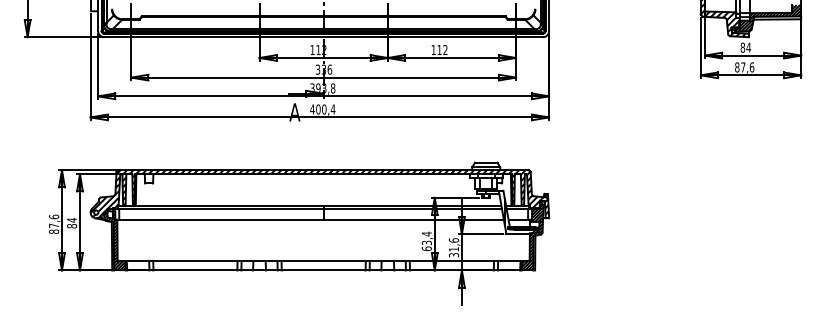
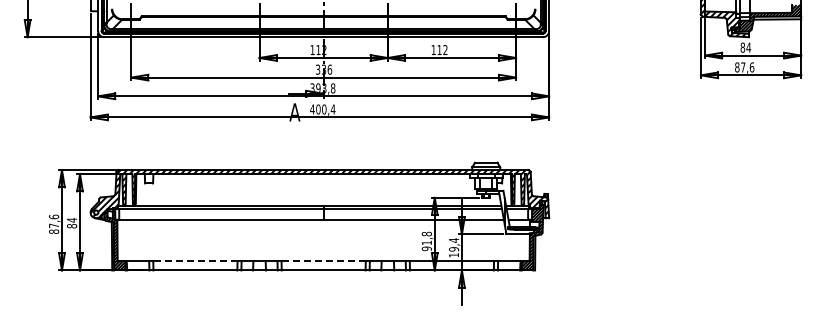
text at (426, 241): 63,4 -> 91,8
text at (453, 247): 31,6 -> 19,4
line at (194, 261): solid -> dashed
line at (323, 261): solid -> dashed
